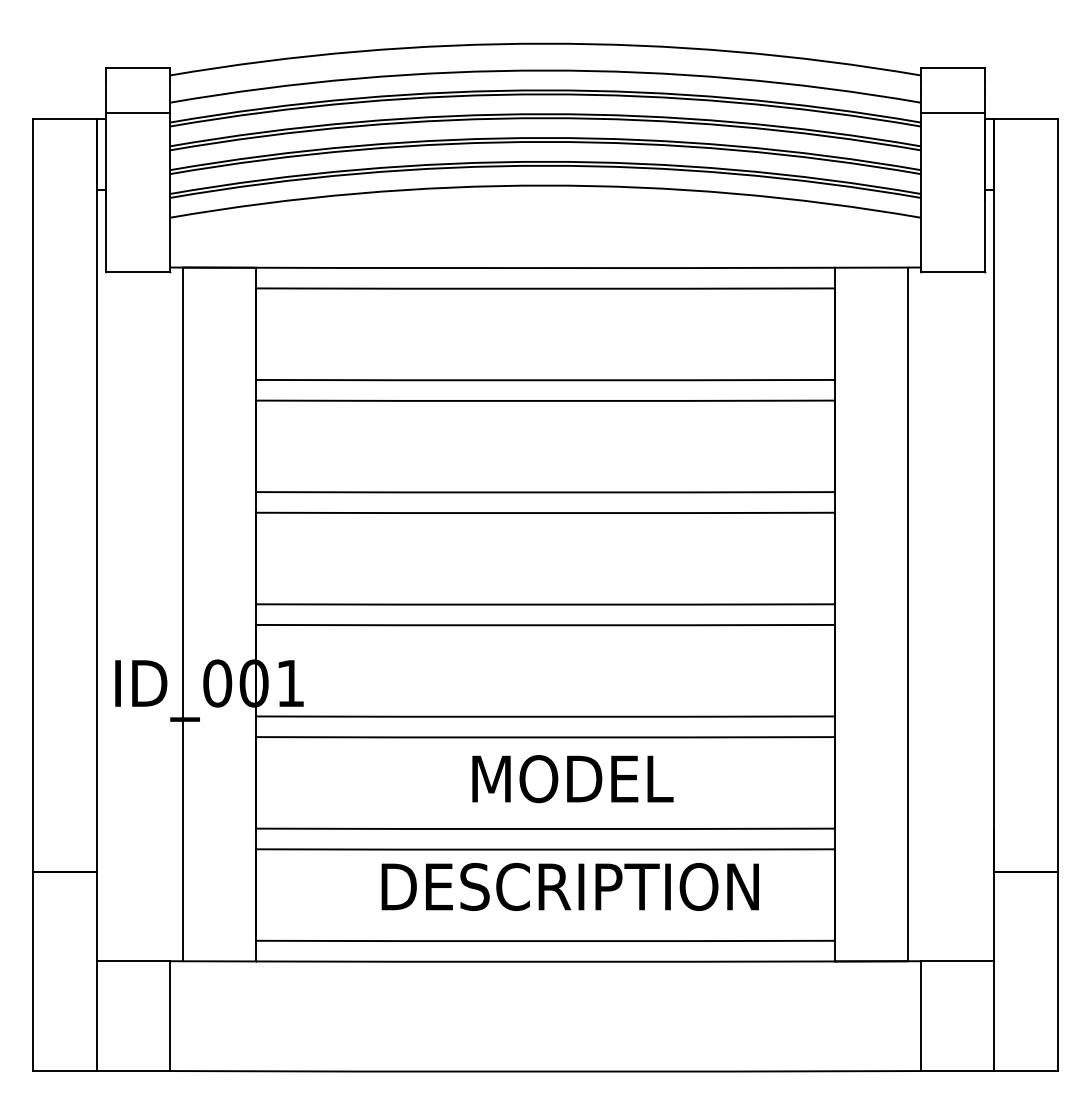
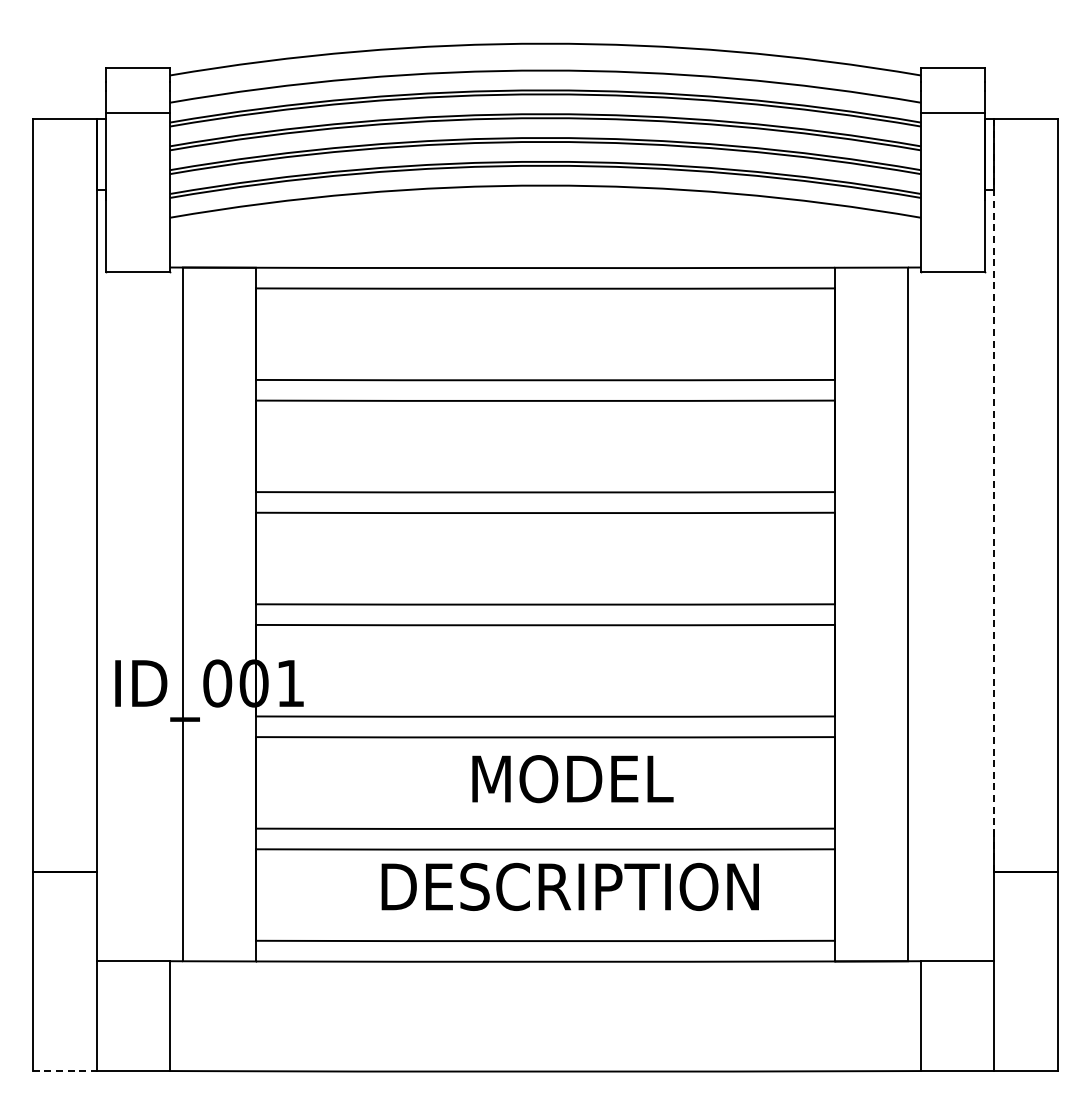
line at (994, 495): solid -> dashed
line at (65, 1070): solid -> dashed
